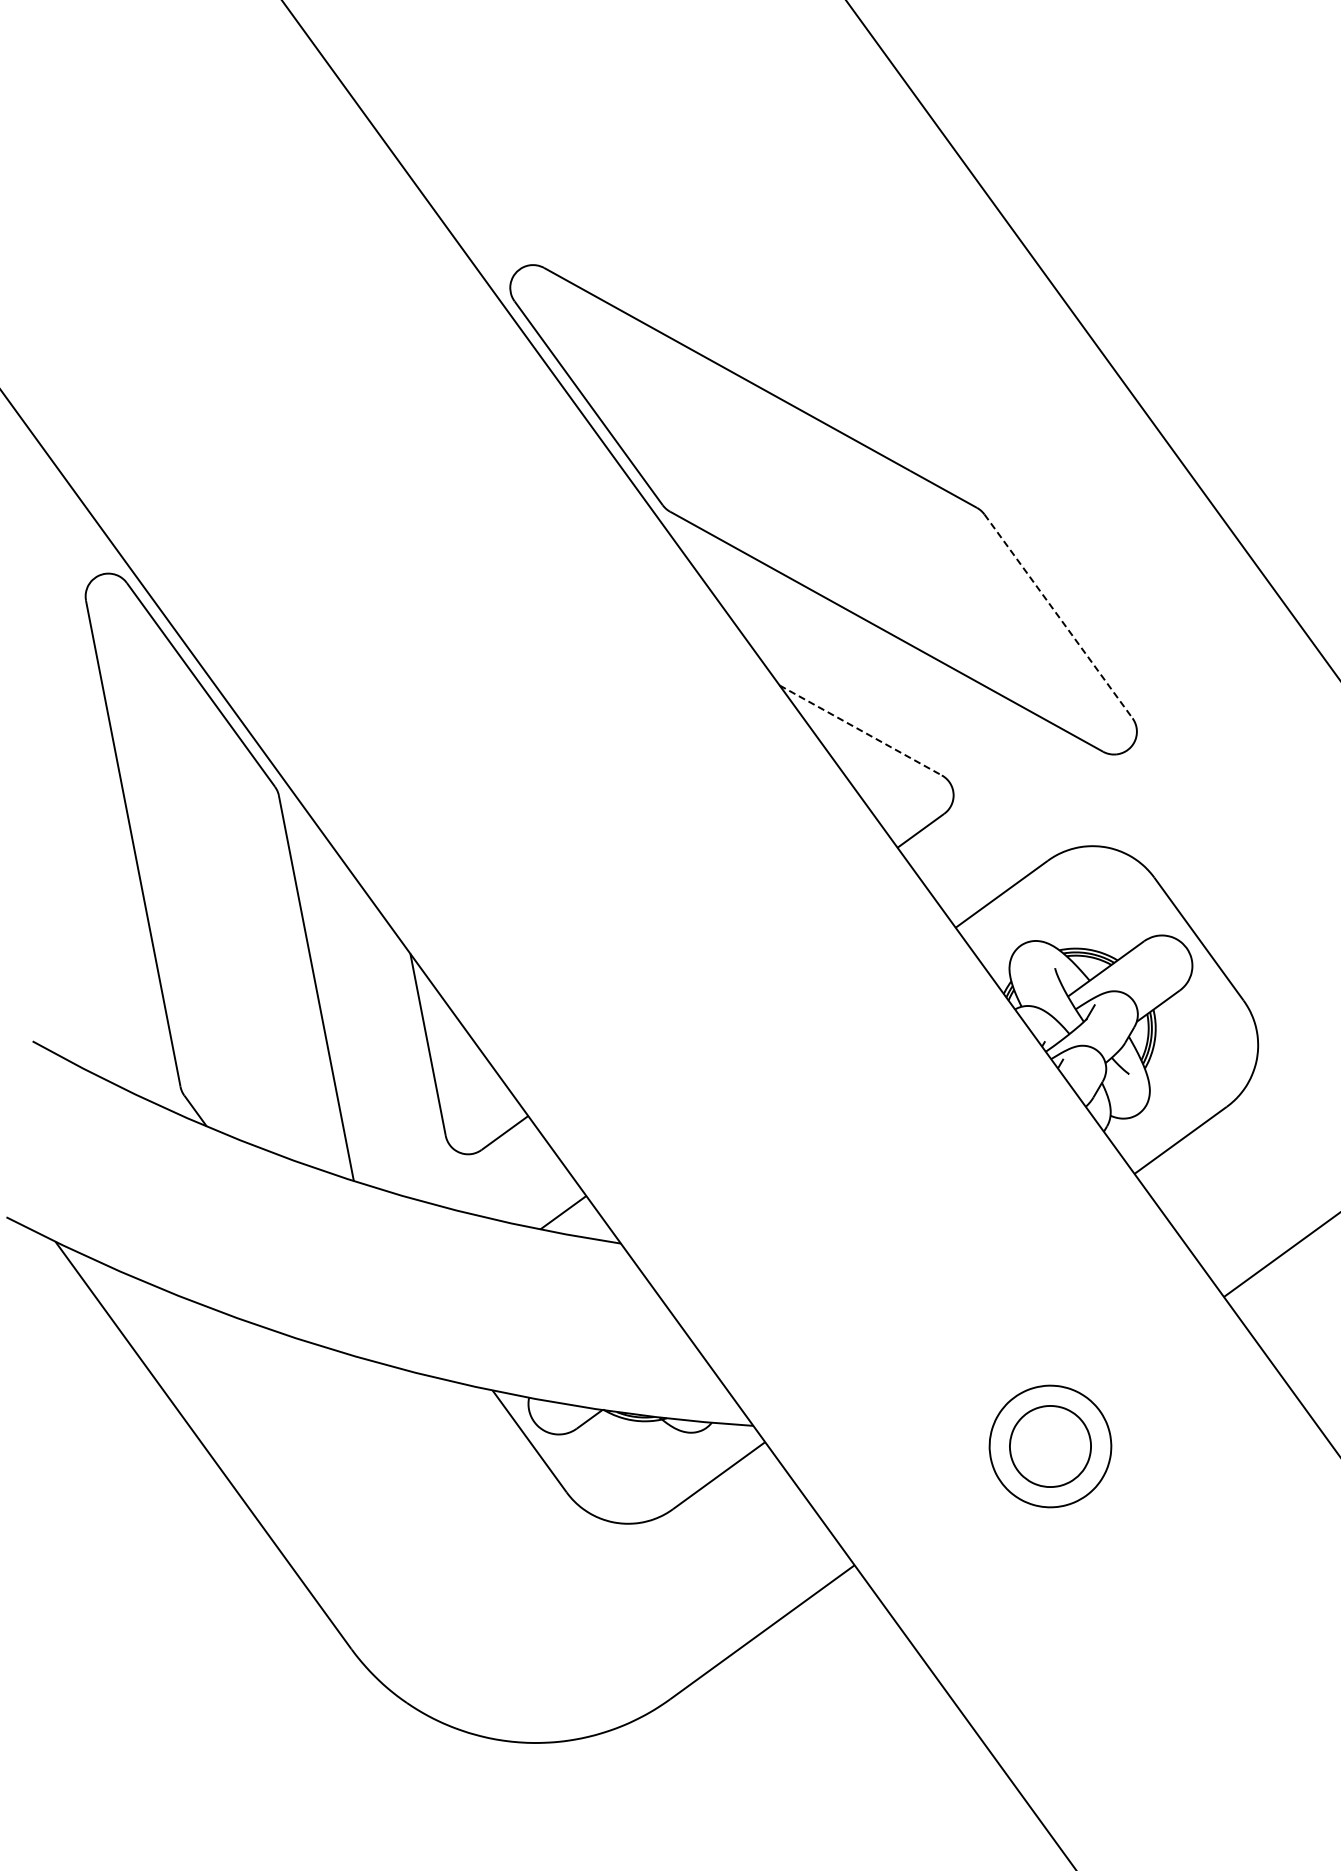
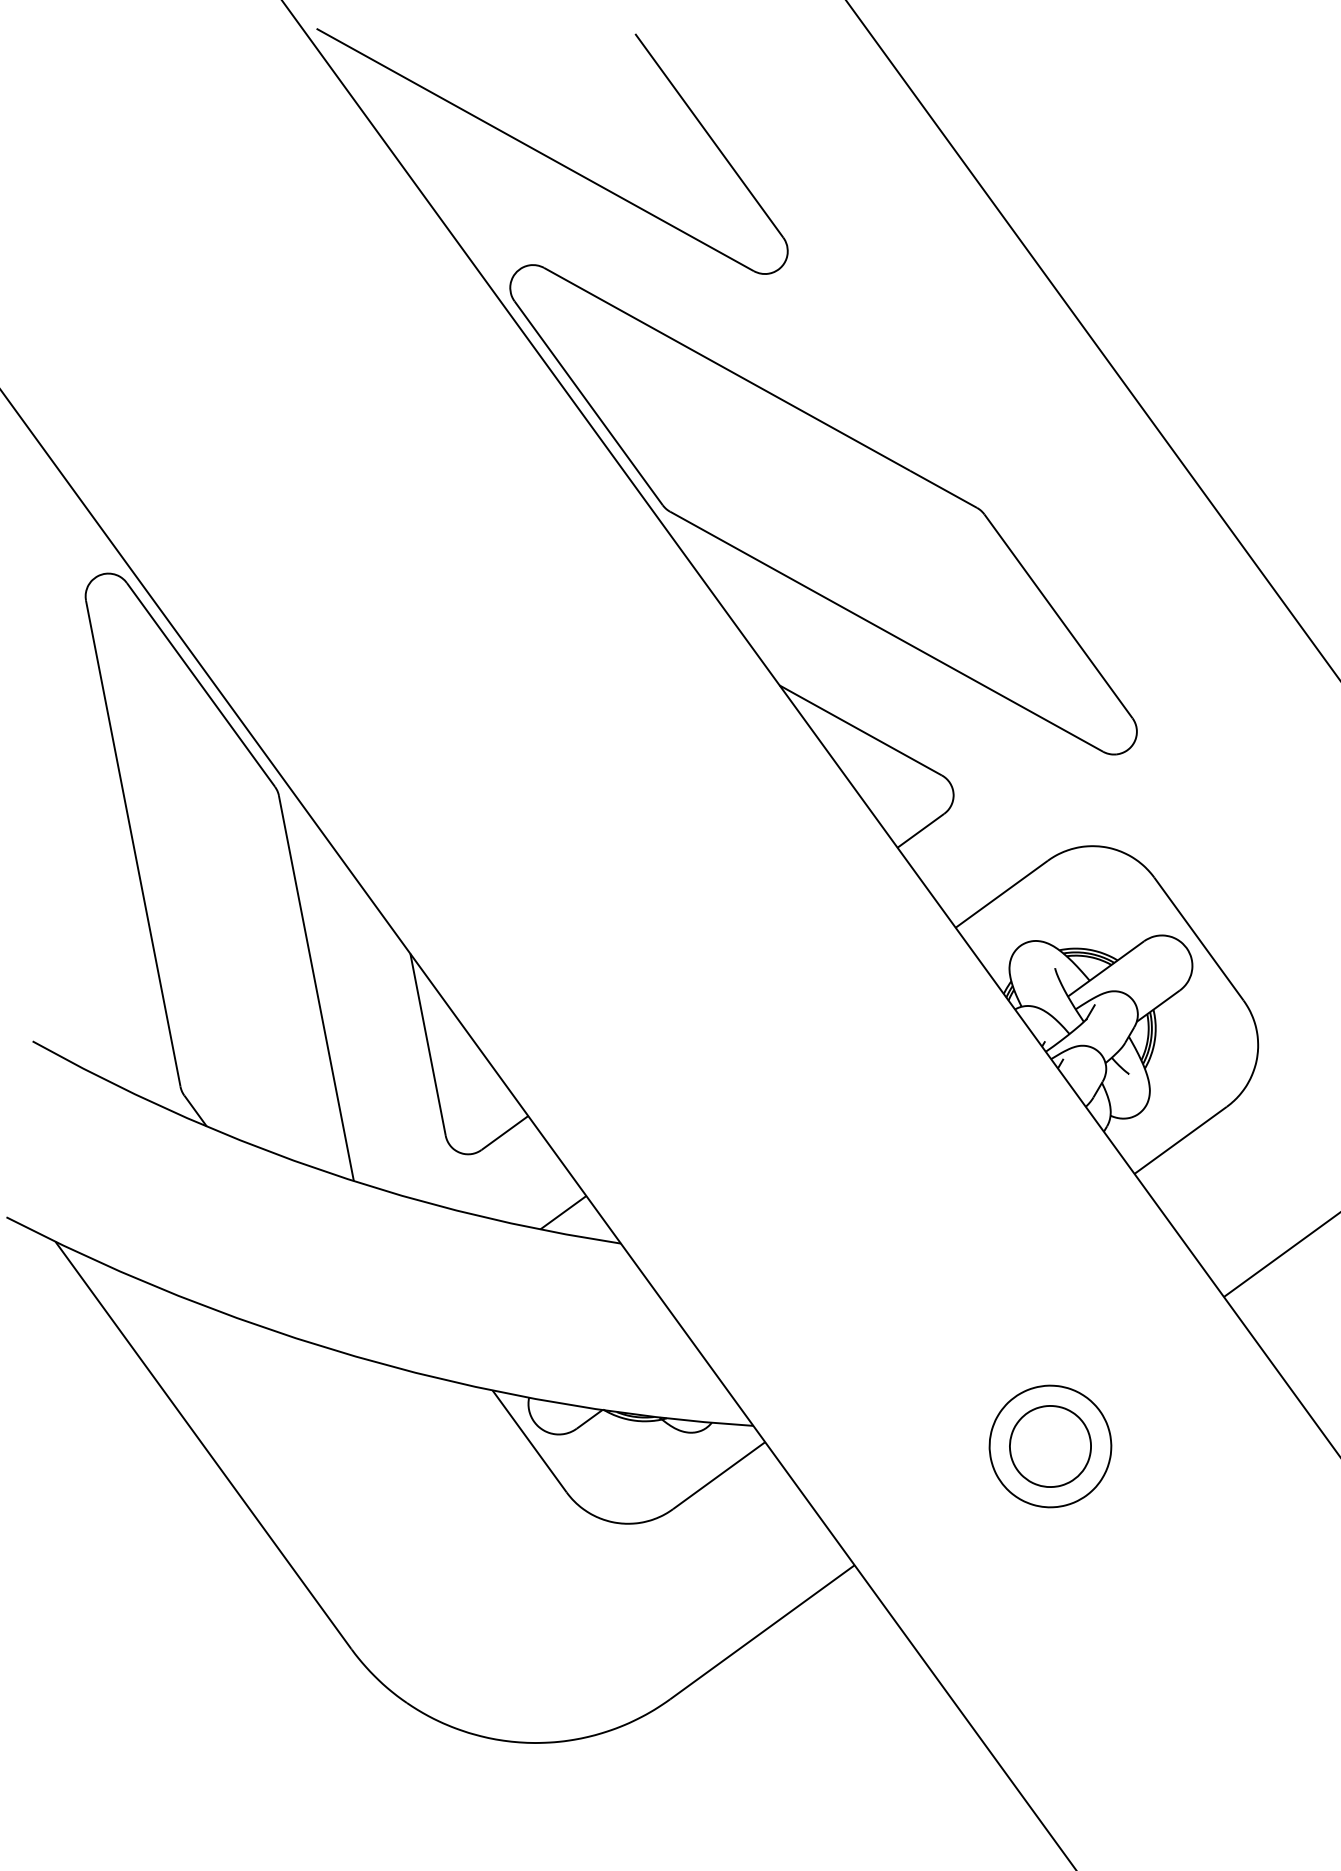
part at (552, 151): none -> present
line at (1058, 616): dashed -> solid
line at (860, 730): dashed -> solid
